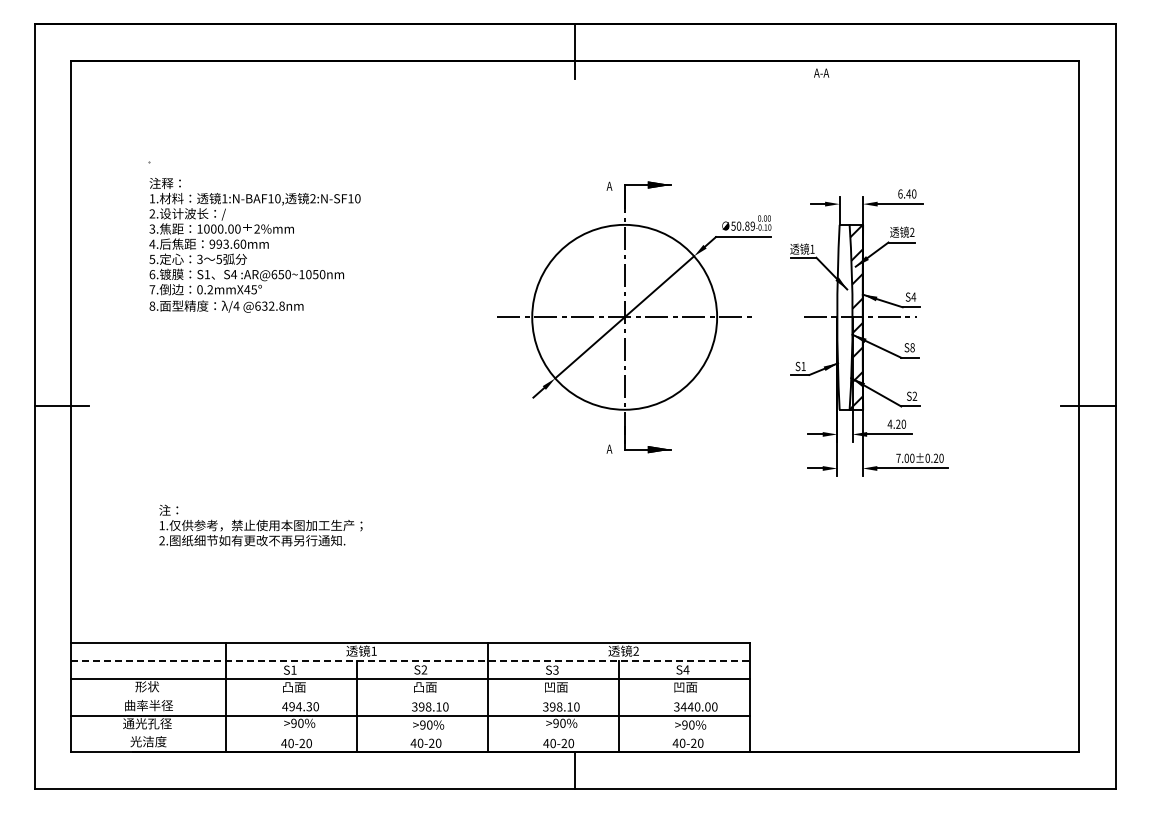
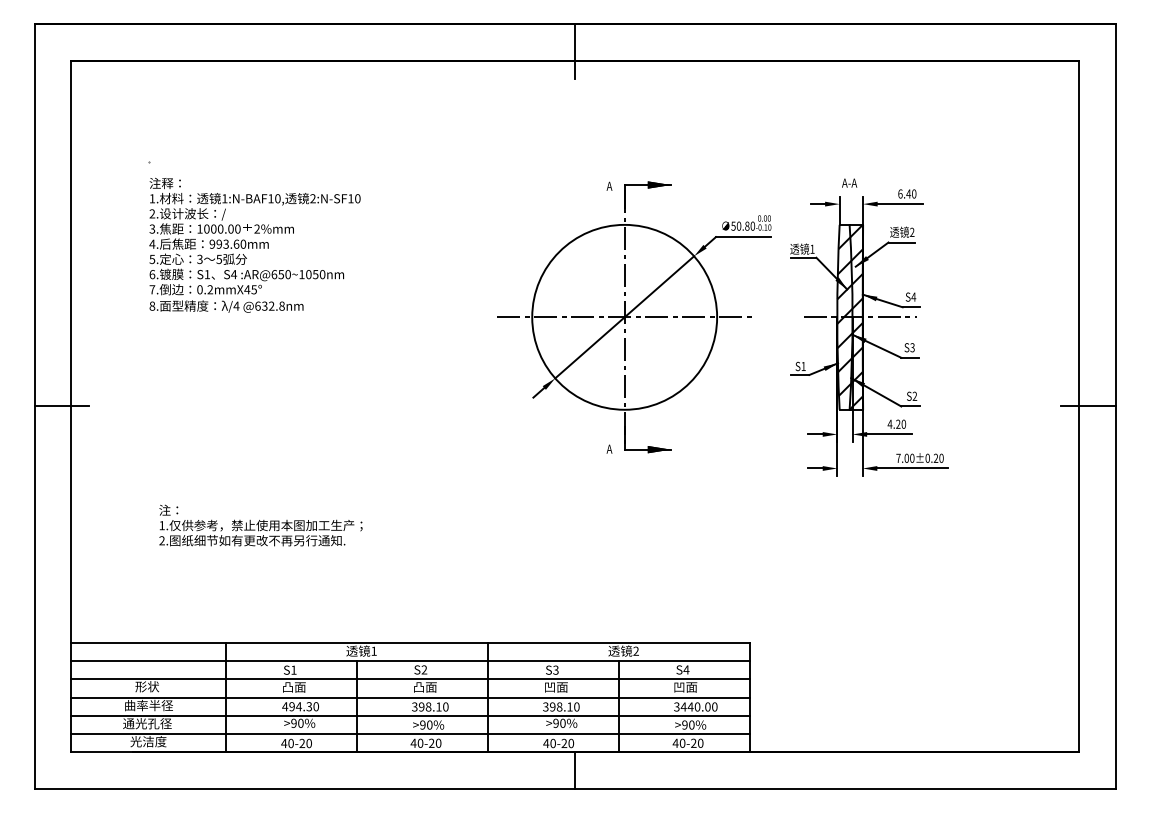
text at (821, 72) position: (821, 72) -> (849, 182)
text at (752, 226): 50.89 -> 50.80
hatch at (844, 323): none -> present
text at (912, 347): S8 -> S3
line at (410, 661): dashed -> solid
line at (410, 697): none -> present
line at (410, 734): none -> present
